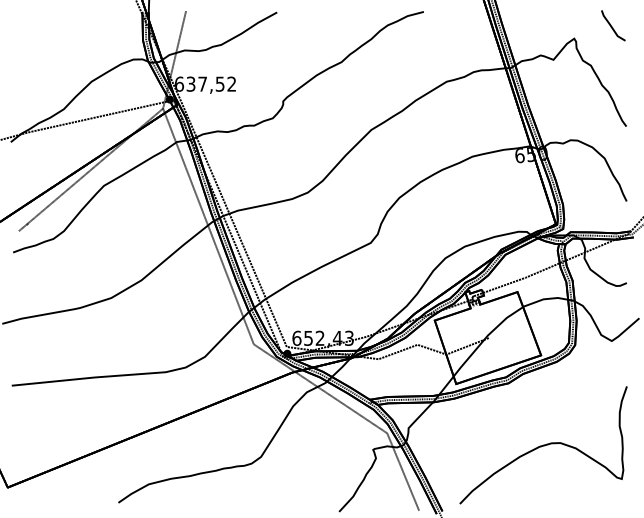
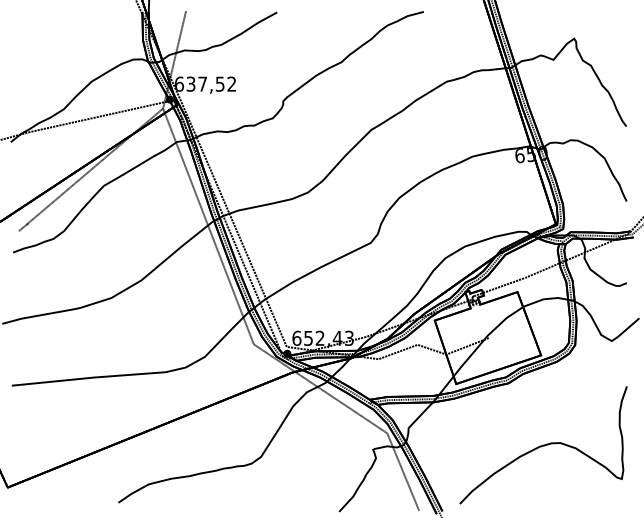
line at (612, 26): present -> none
